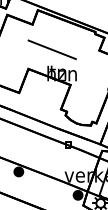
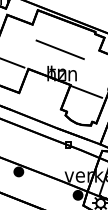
line at (51, 49) position: (51, 49) -> (59, 49)
line at (13, 63): none -> present
line at (86, 91): none -> present
